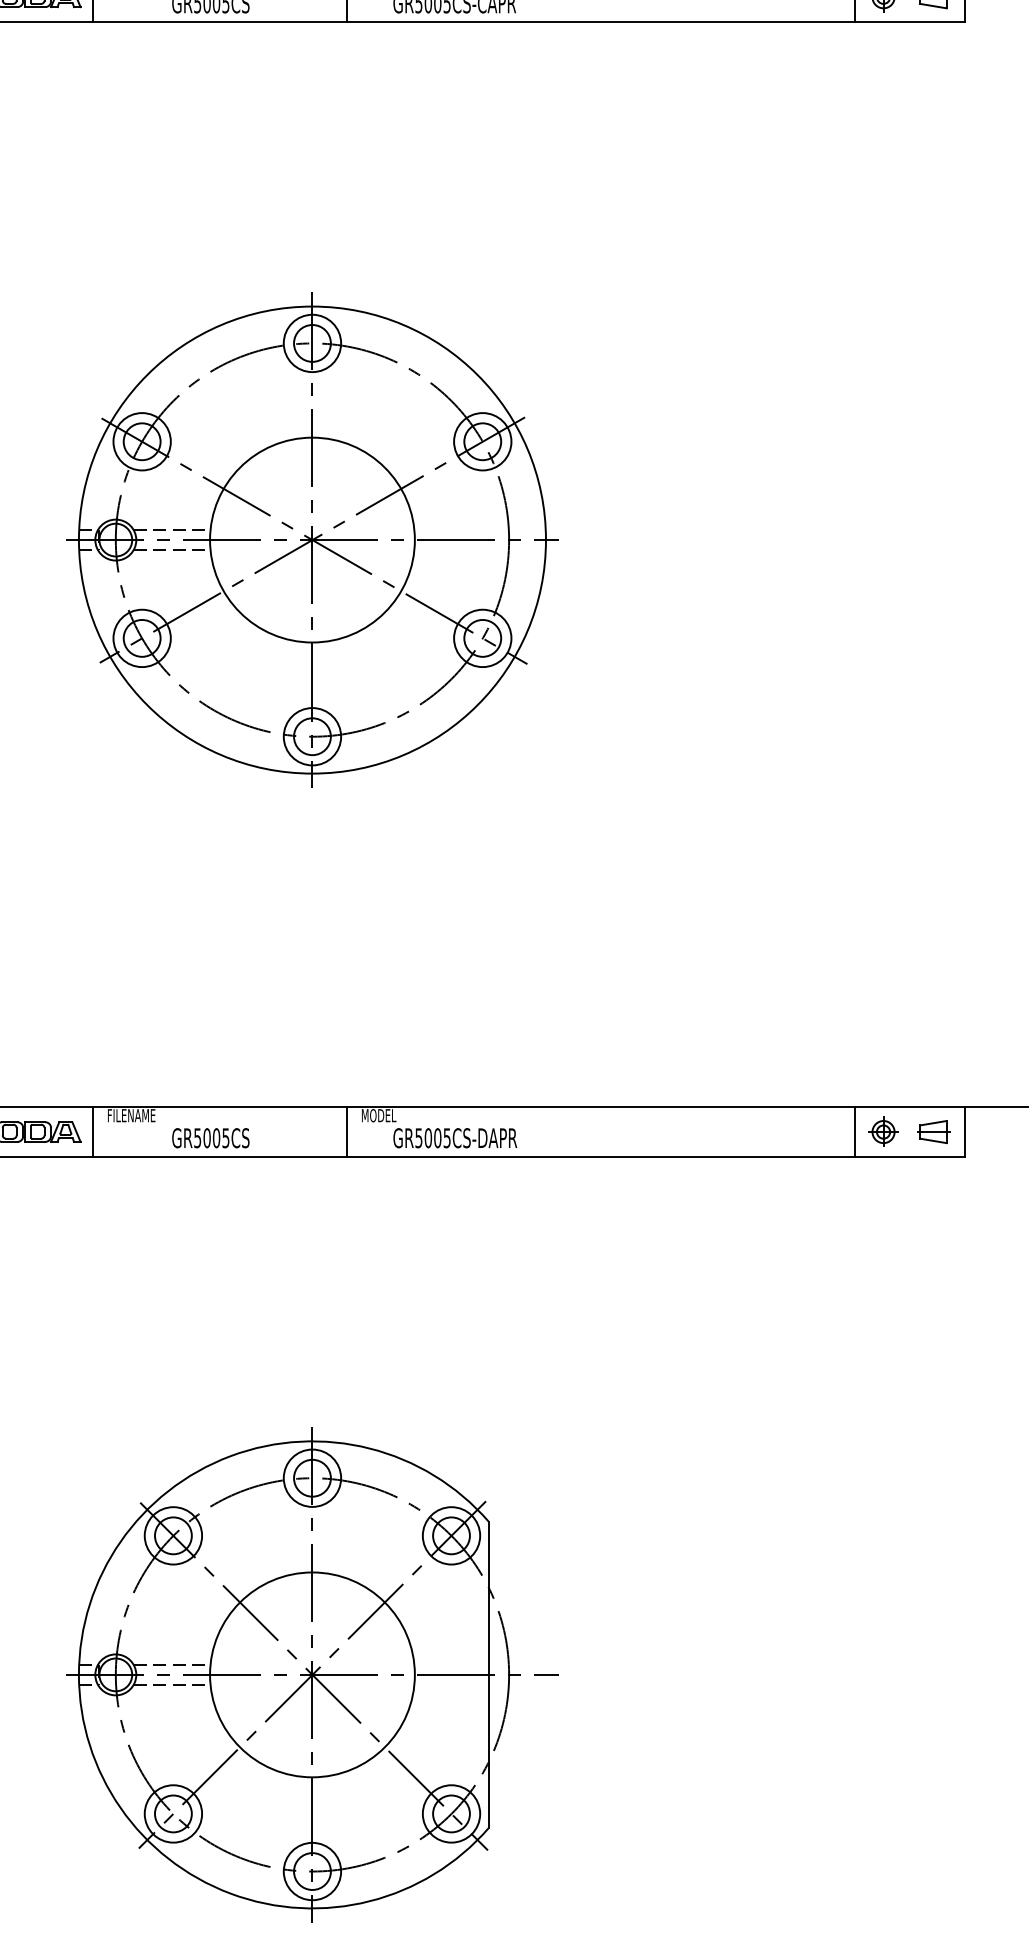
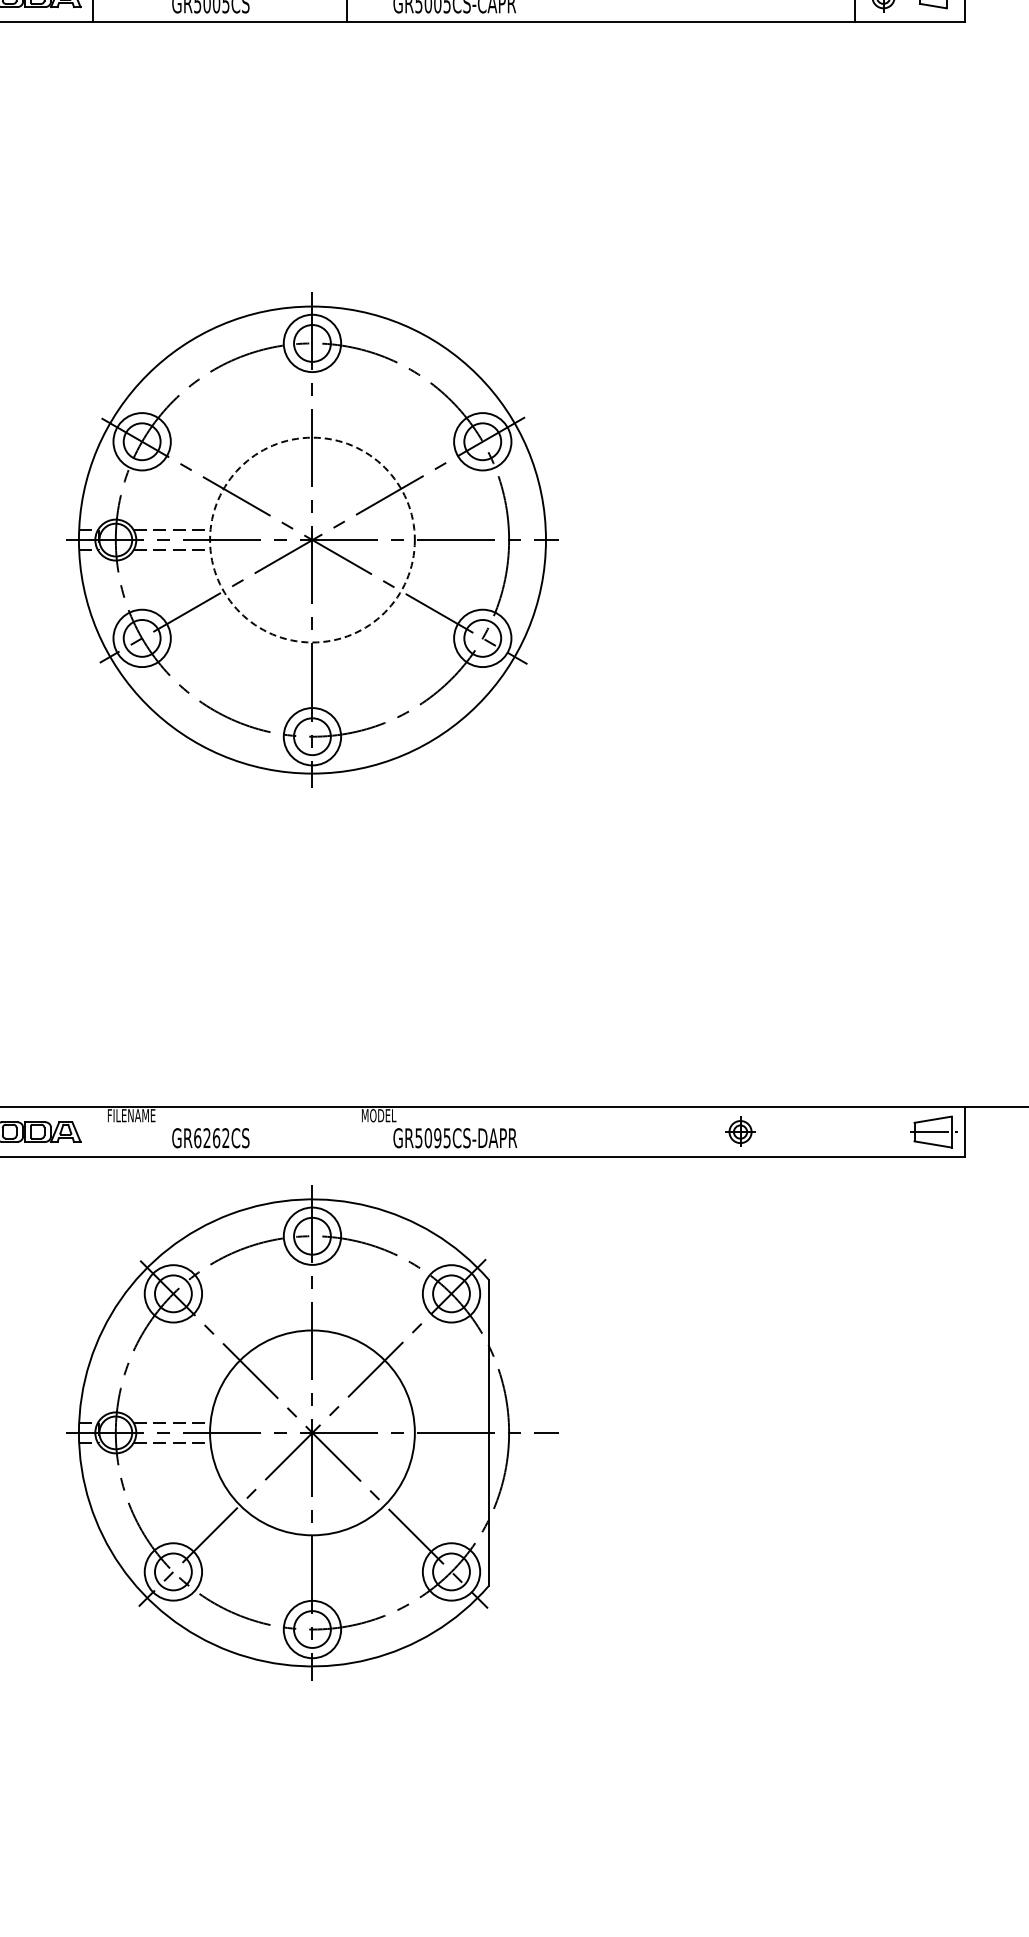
circle at (312, 539): solid -> dashed
line at (92, 1131): present -> none
line at (346, 1131): present -> none
line at (854, 1131): present -> none
part at (883, 1131) position: (883, 1131) -> (740, 1131)
part at (933, 1131) size: 34x24 px -> 48x34 px
text at (211, 1138): GR5005CS -> GR6262CS
text at (437, 1138): GR5005CS-DAPR -> GR5095CS-DAPR
part at (312, 1674) position: (312, 1674) -> (312, 1432)
